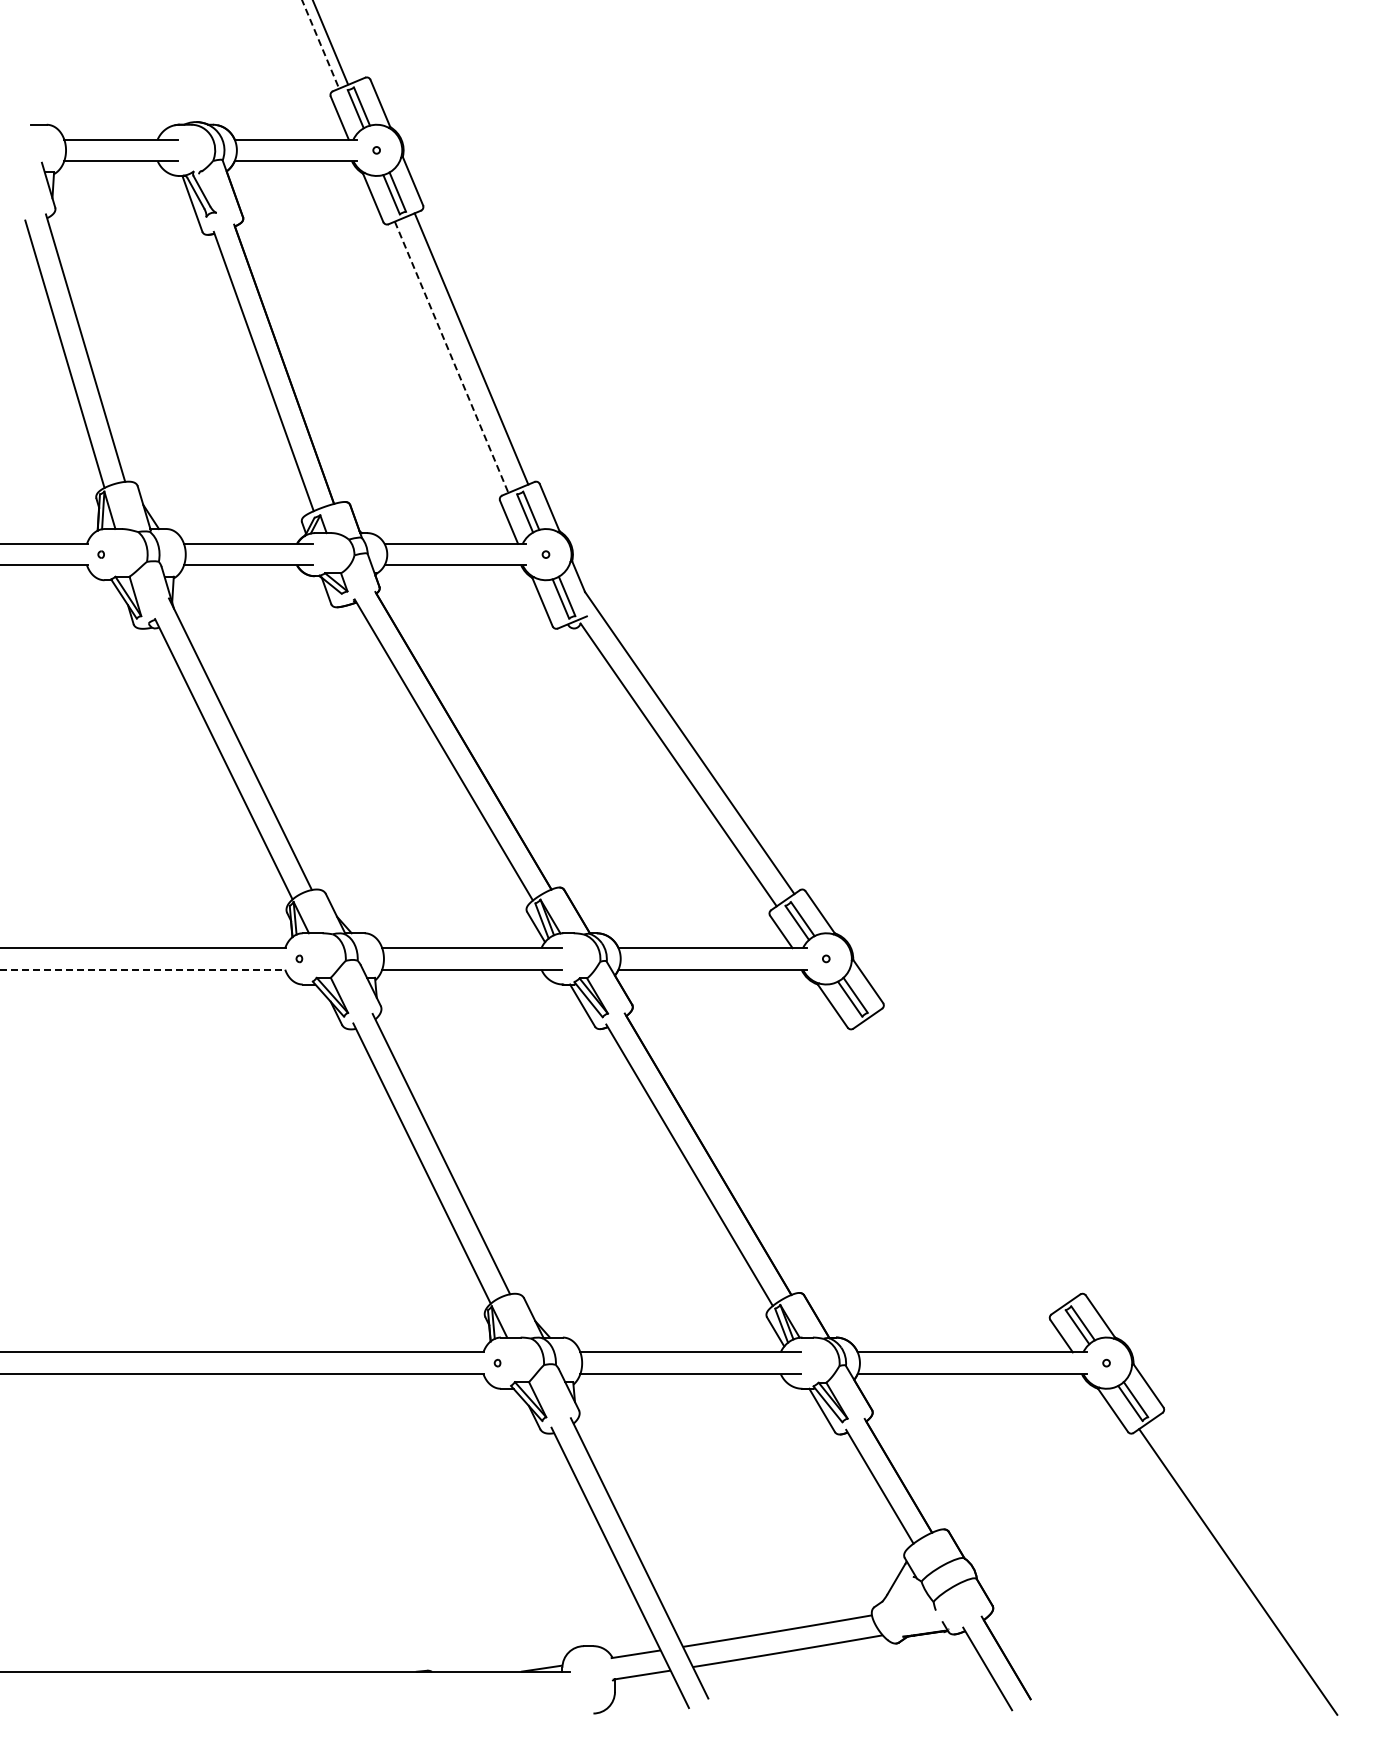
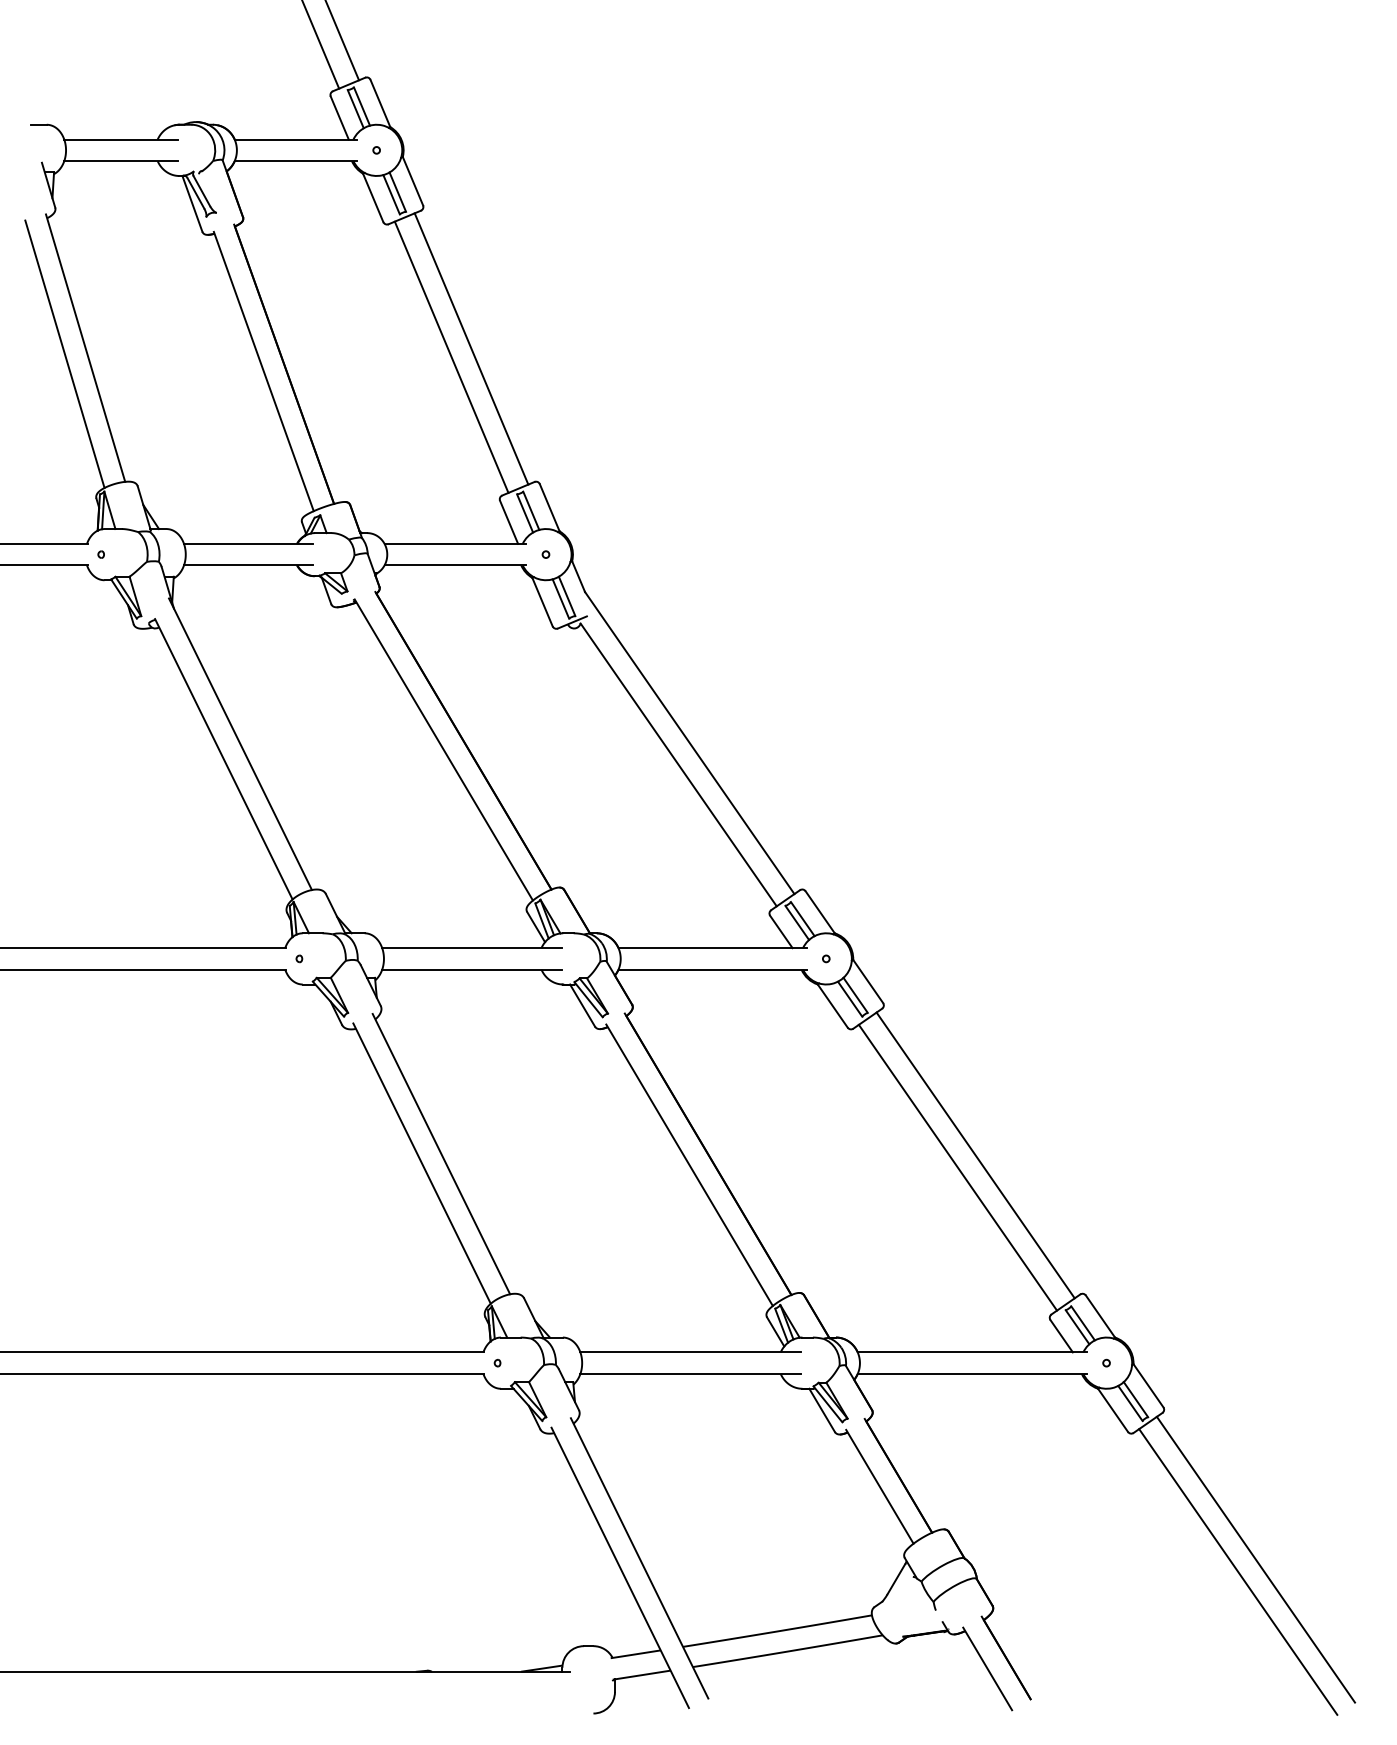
line at (330, 43) position: (330, 43) -> (342, 41)
line at (320, 44): dashed -> solid
line at (451, 357): dashed -> solid
line at (143, 969): dashed -> solid
line at (975, 1155): none -> present
line at (957, 1167): none -> present
line at (1255, 1559): none -> present
